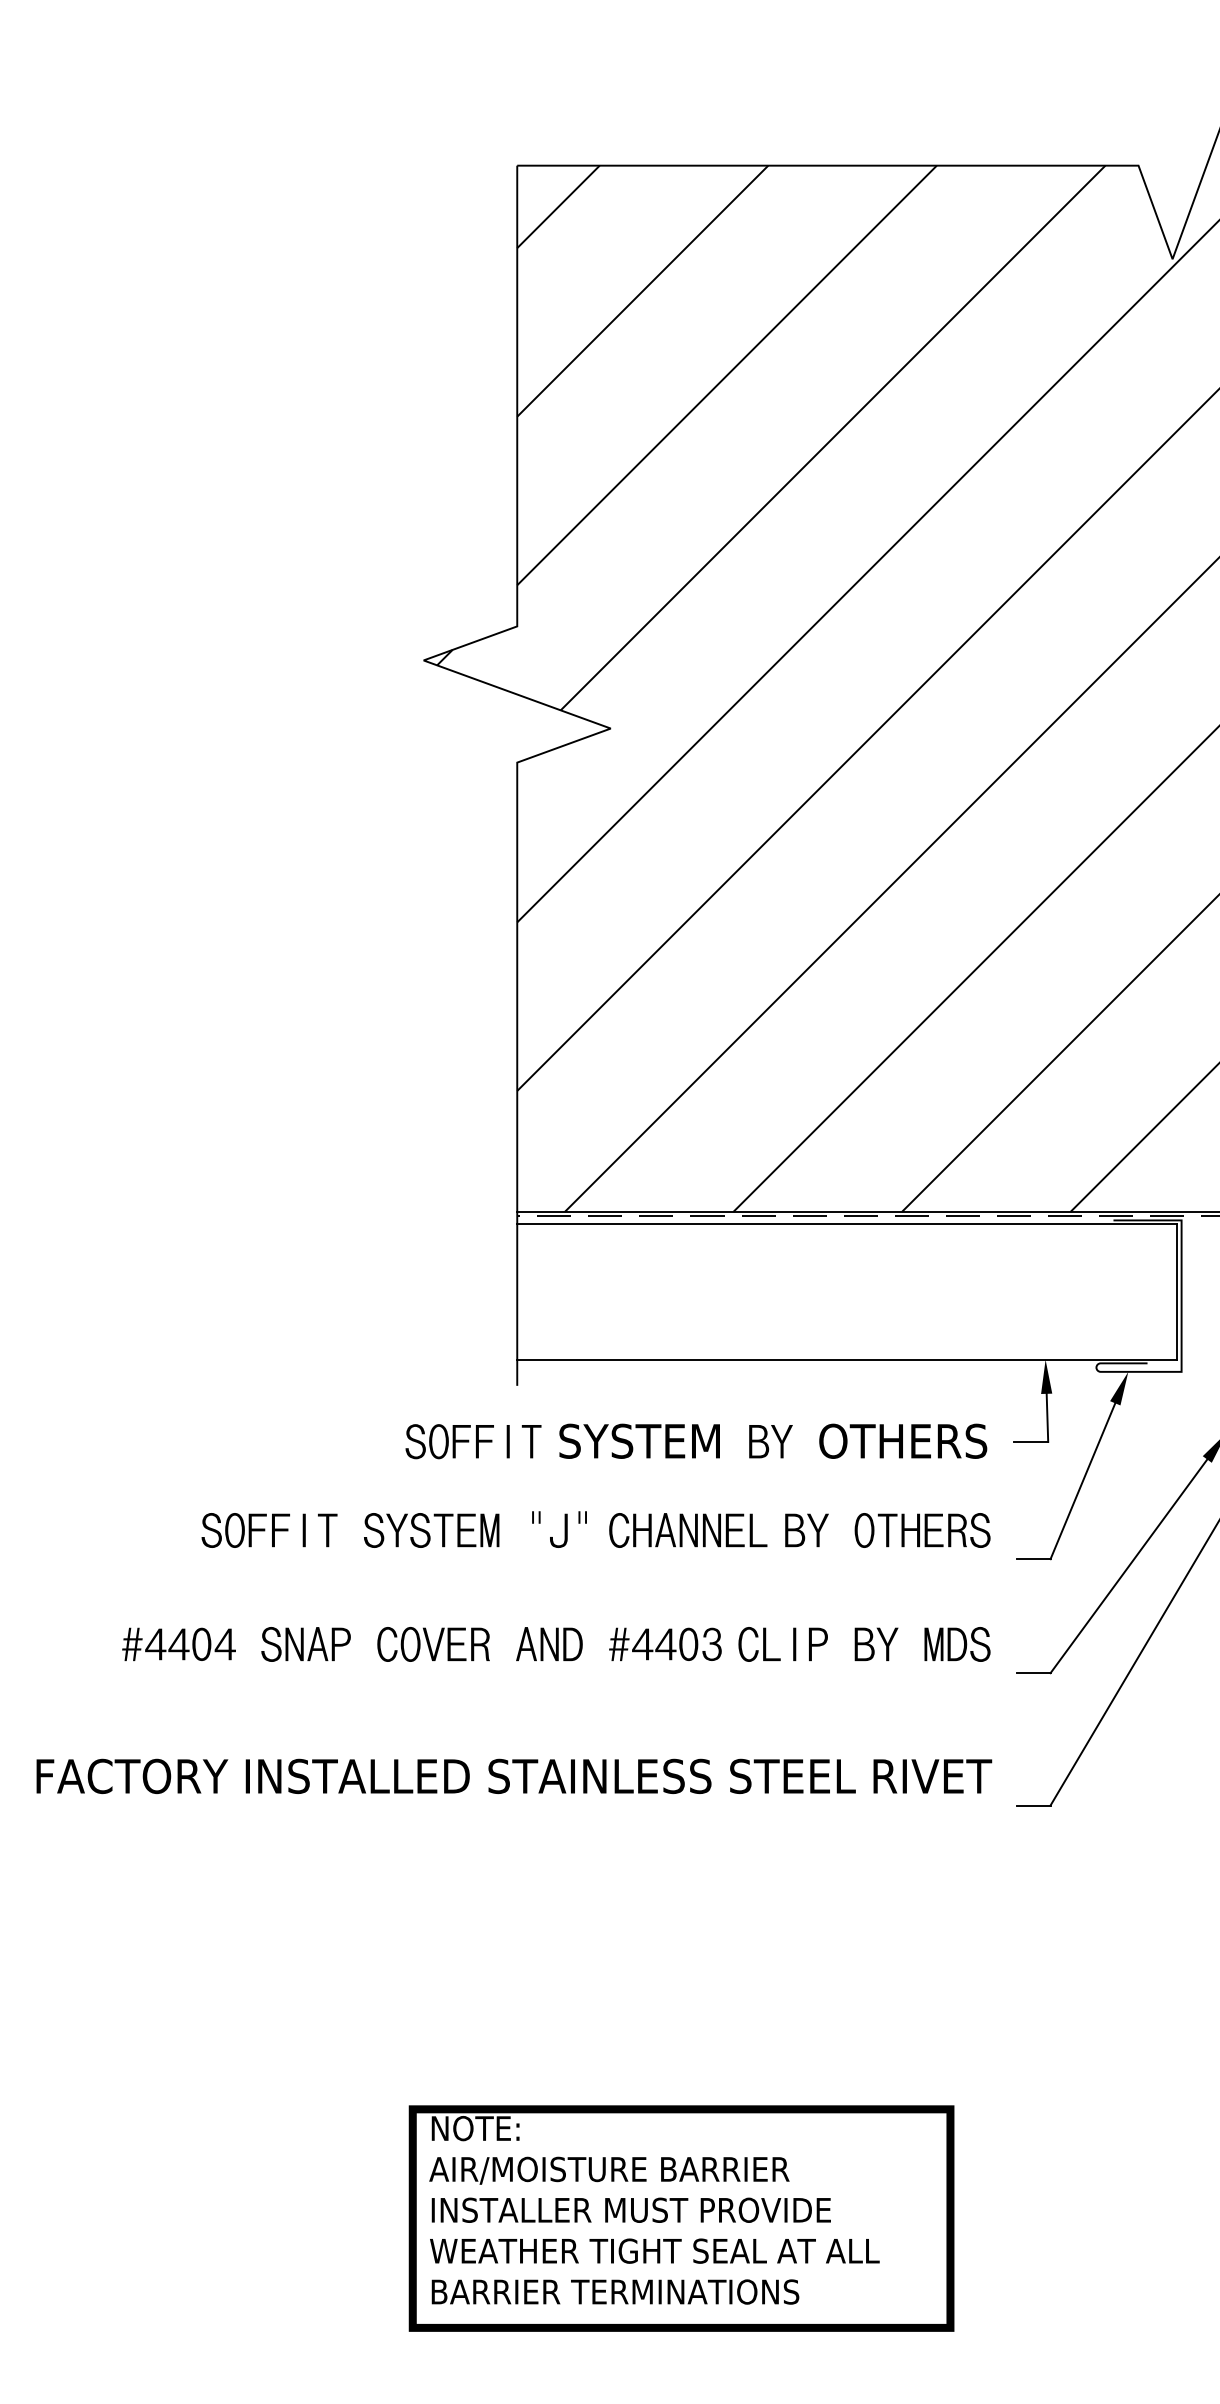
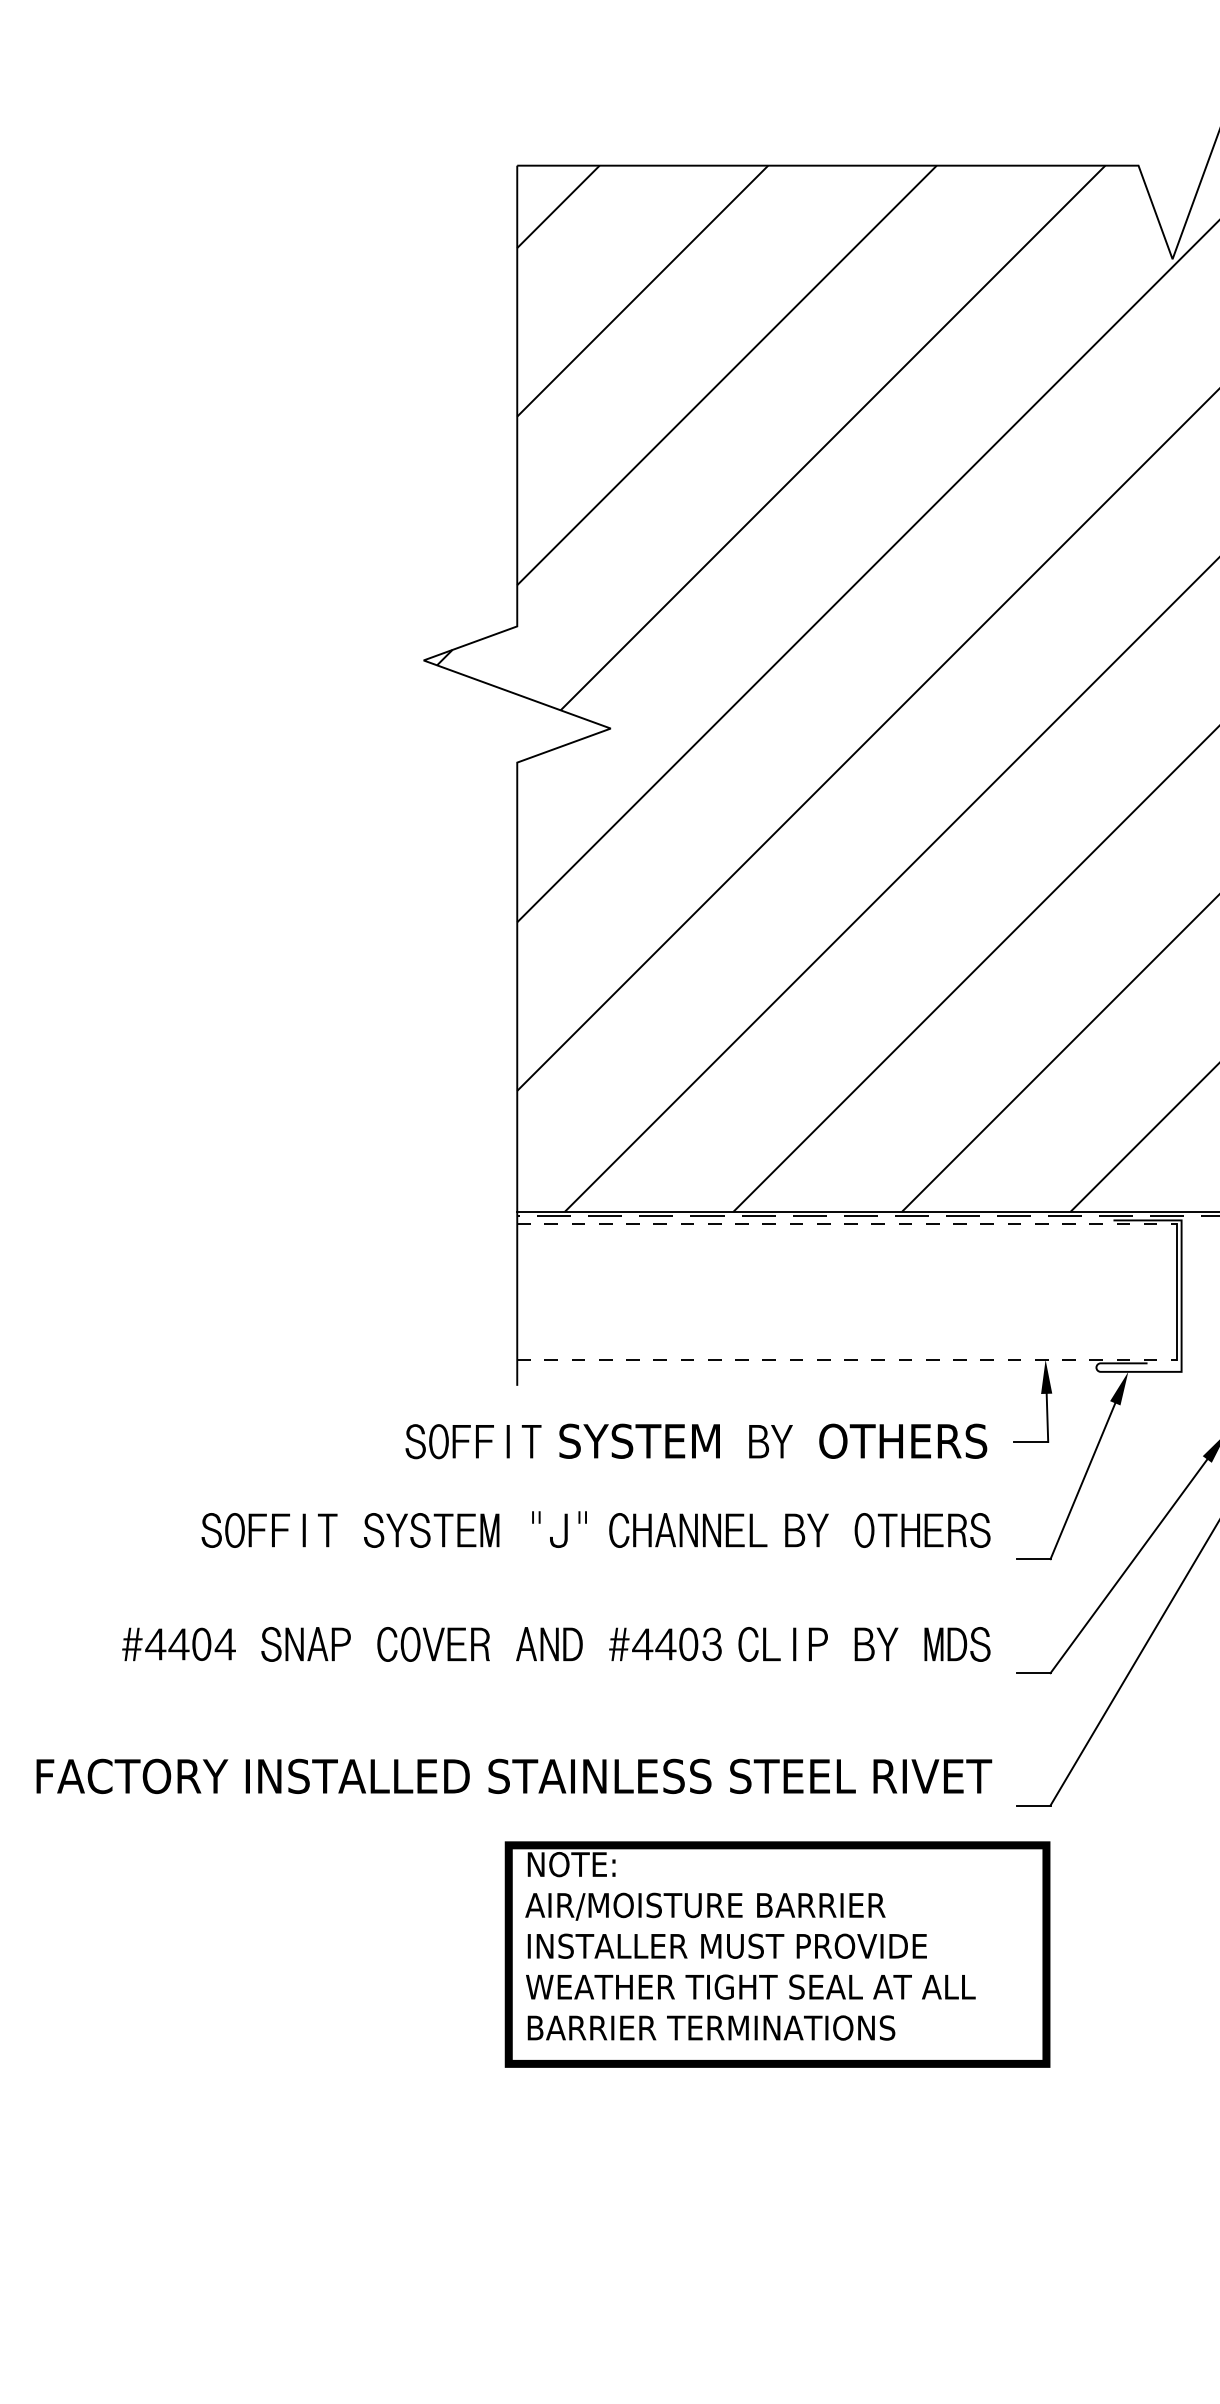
line at (846, 1223): solid -> dashed
line at (846, 1359): solid -> dashed
text at (681, 2218) position: (681, 2218) -> (777, 1954)
